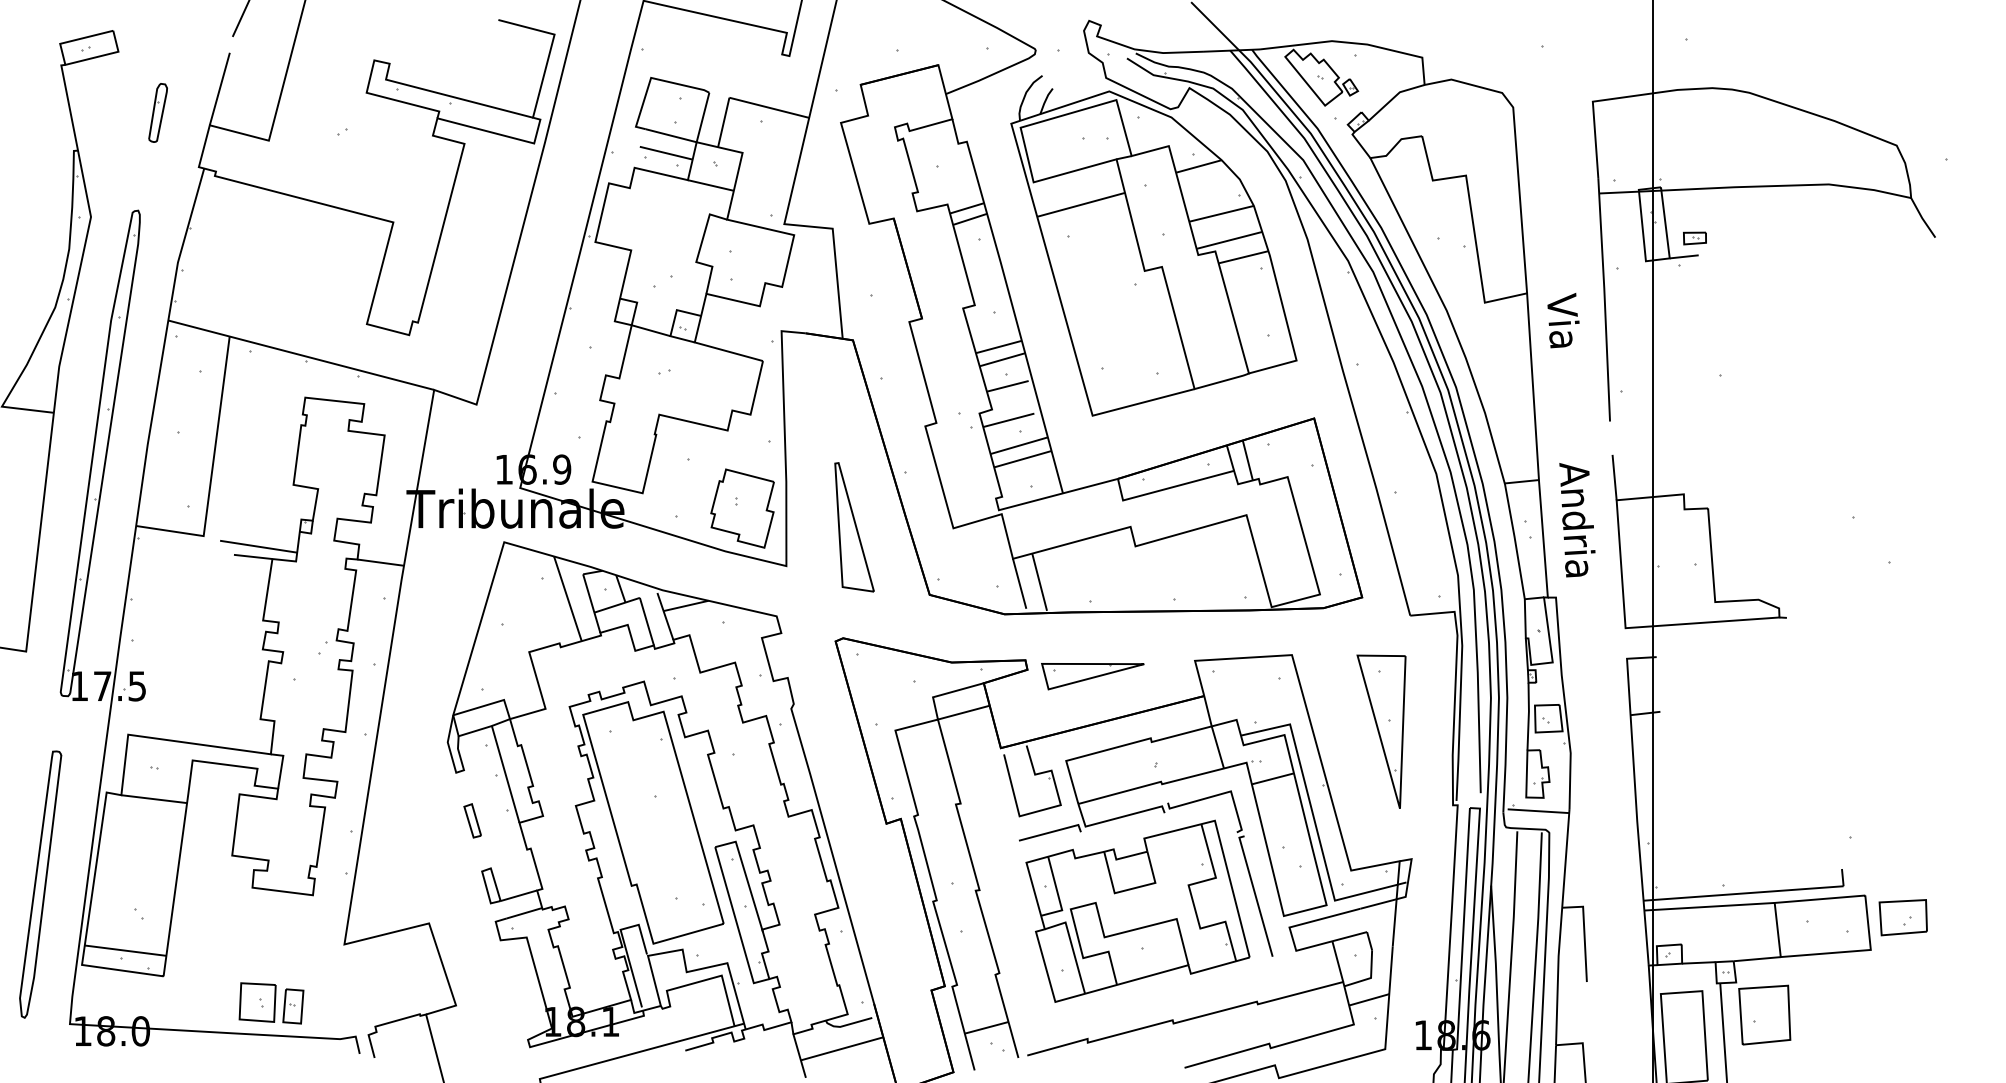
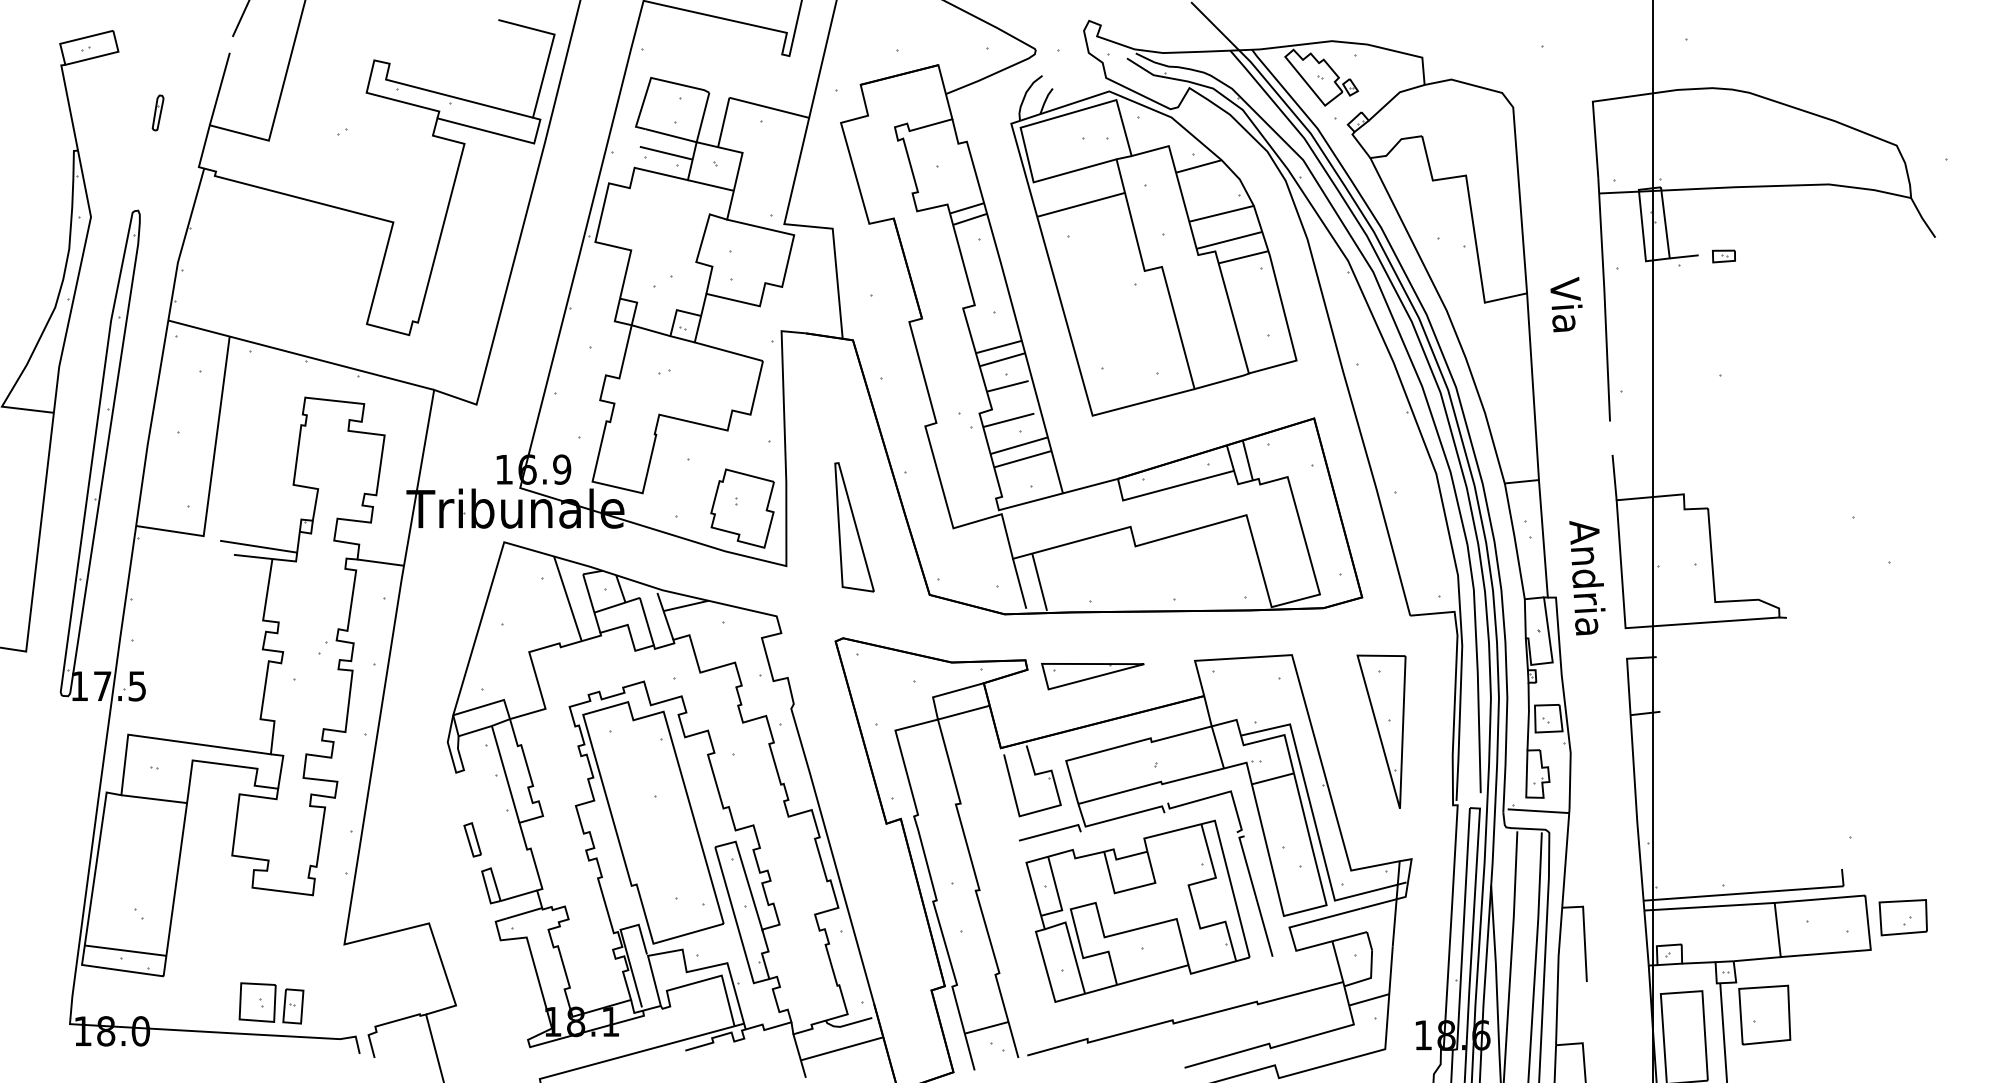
part at (157, 112) size: 20x60 px -> 14x38 px
part at (1694, 238) position: (1694, 238) -> (1723, 256)
text at (1563, 320) position: (1563, 320) -> (1566, 304)
text at (1577, 520) position: (1577, 520) -> (1587, 578)
part at (472, 820) position: (472, 820) -> (472, 839)
part at (40, 884): present -> none
